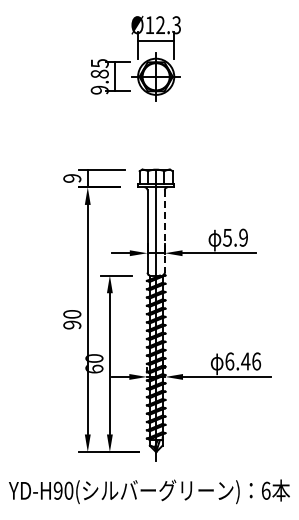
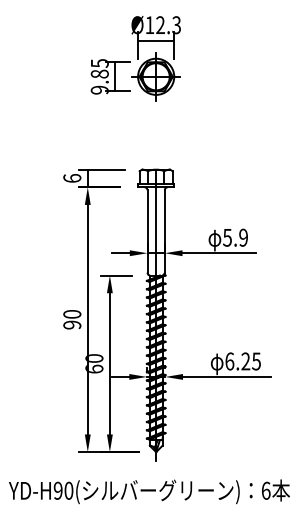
text at (72, 178): 9 -> 6
line at (164, 231): dashed -> solid
text at (251, 361): 6.46 -> 6.25
